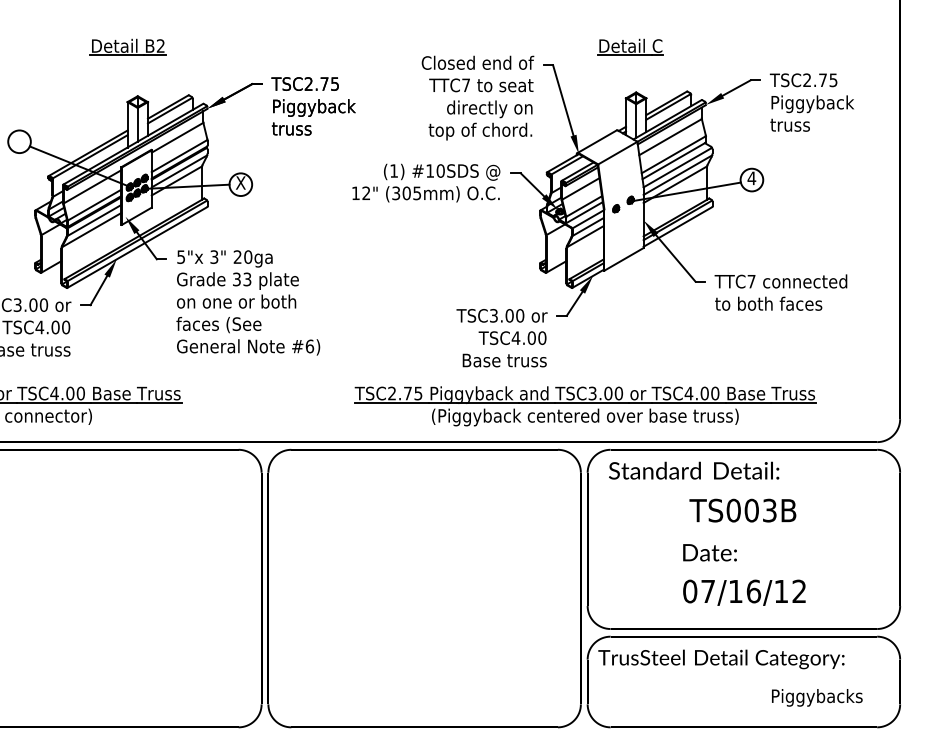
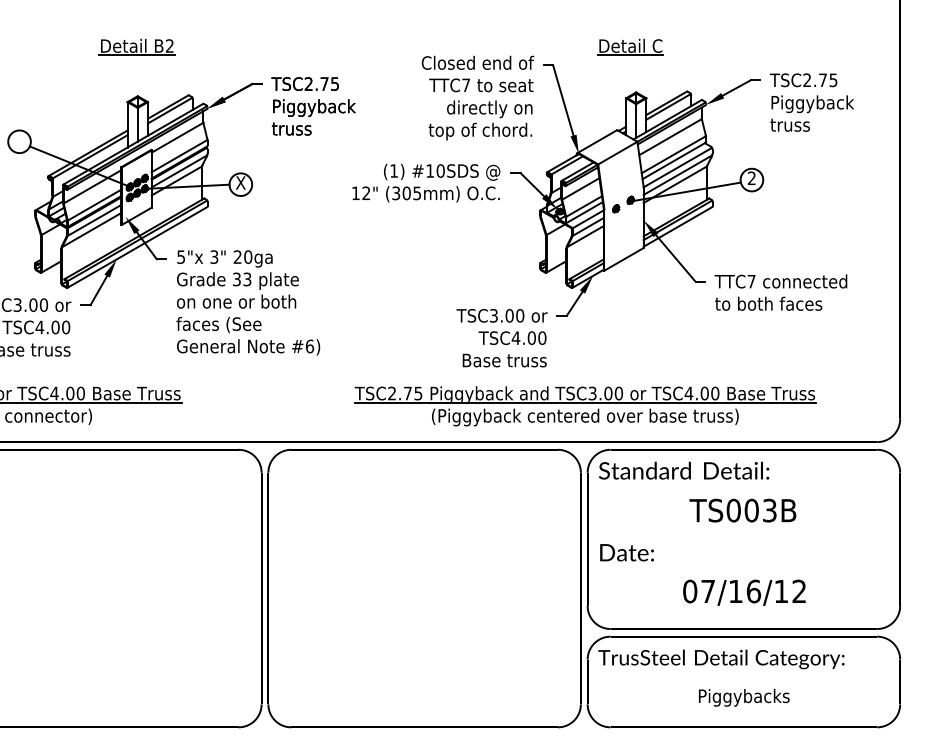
part at (127, 46) position: (127, 46) -> (136, 46)
text at (751, 178): 4 -> 2
text at (694, 470) position: (694, 470) -> (684, 470)
text at (709, 552) position: (709, 552) -> (626, 552)
text at (817, 697) position: (817, 697) -> (744, 697)
